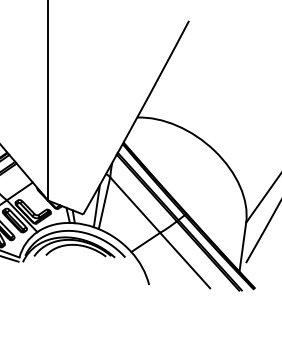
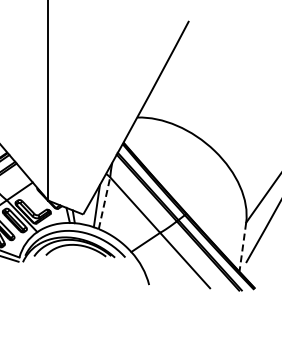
line at (104, 202): solid -> dashed
line at (242, 247): solid -> dashed
